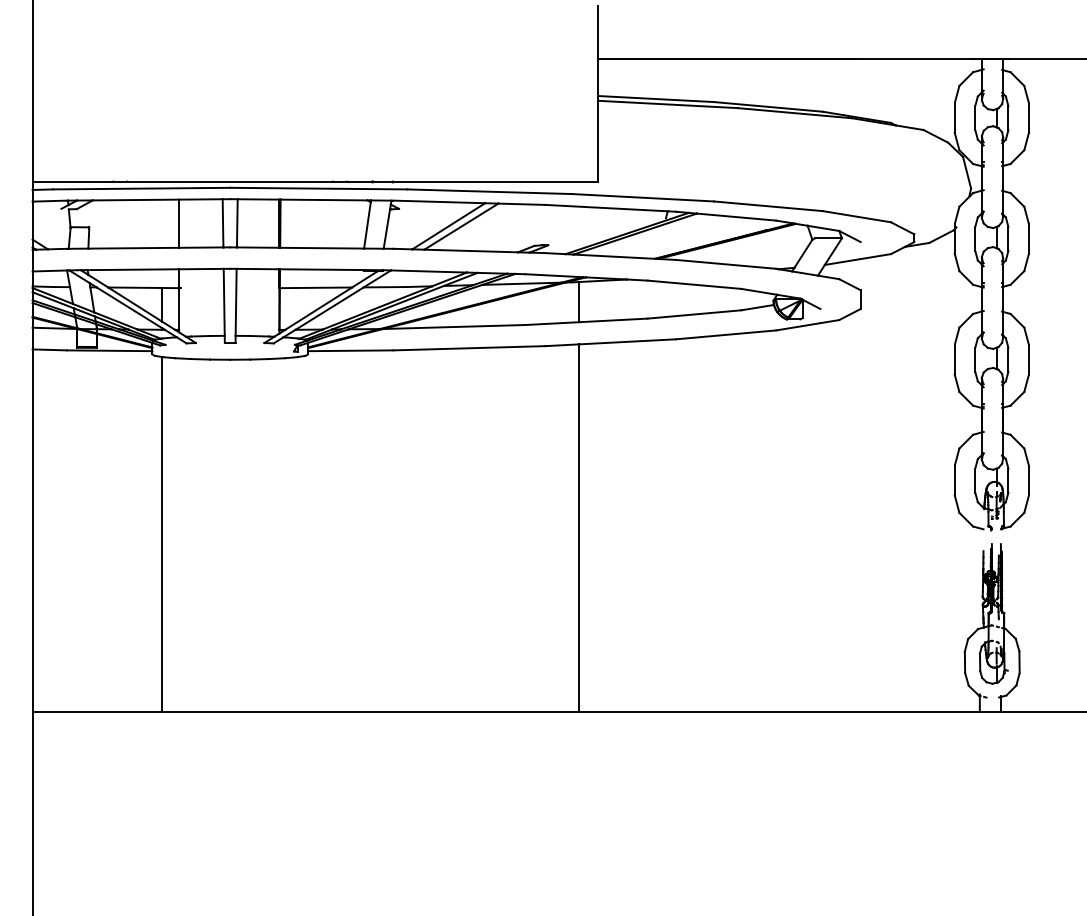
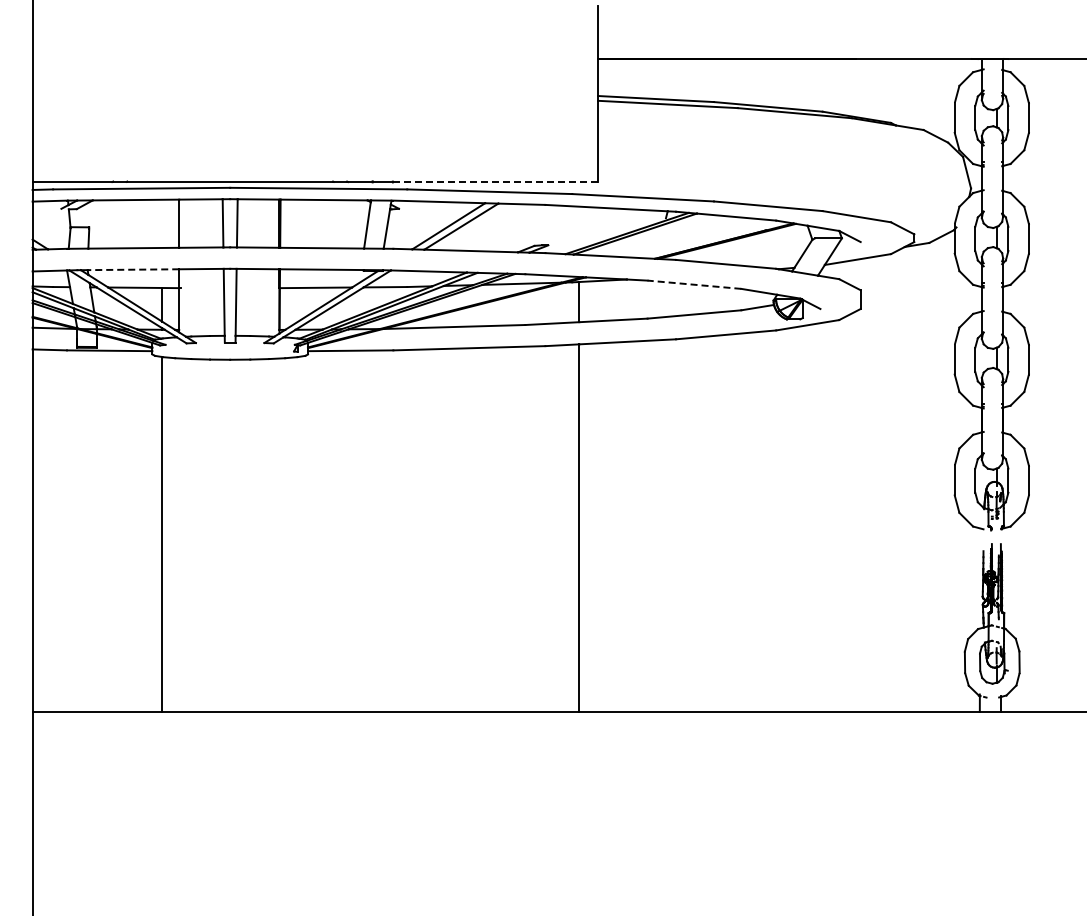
line at (495, 181): solid -> dashed
line at (133, 269): solid -> dashed
line at (693, 284): solid -> dashed
